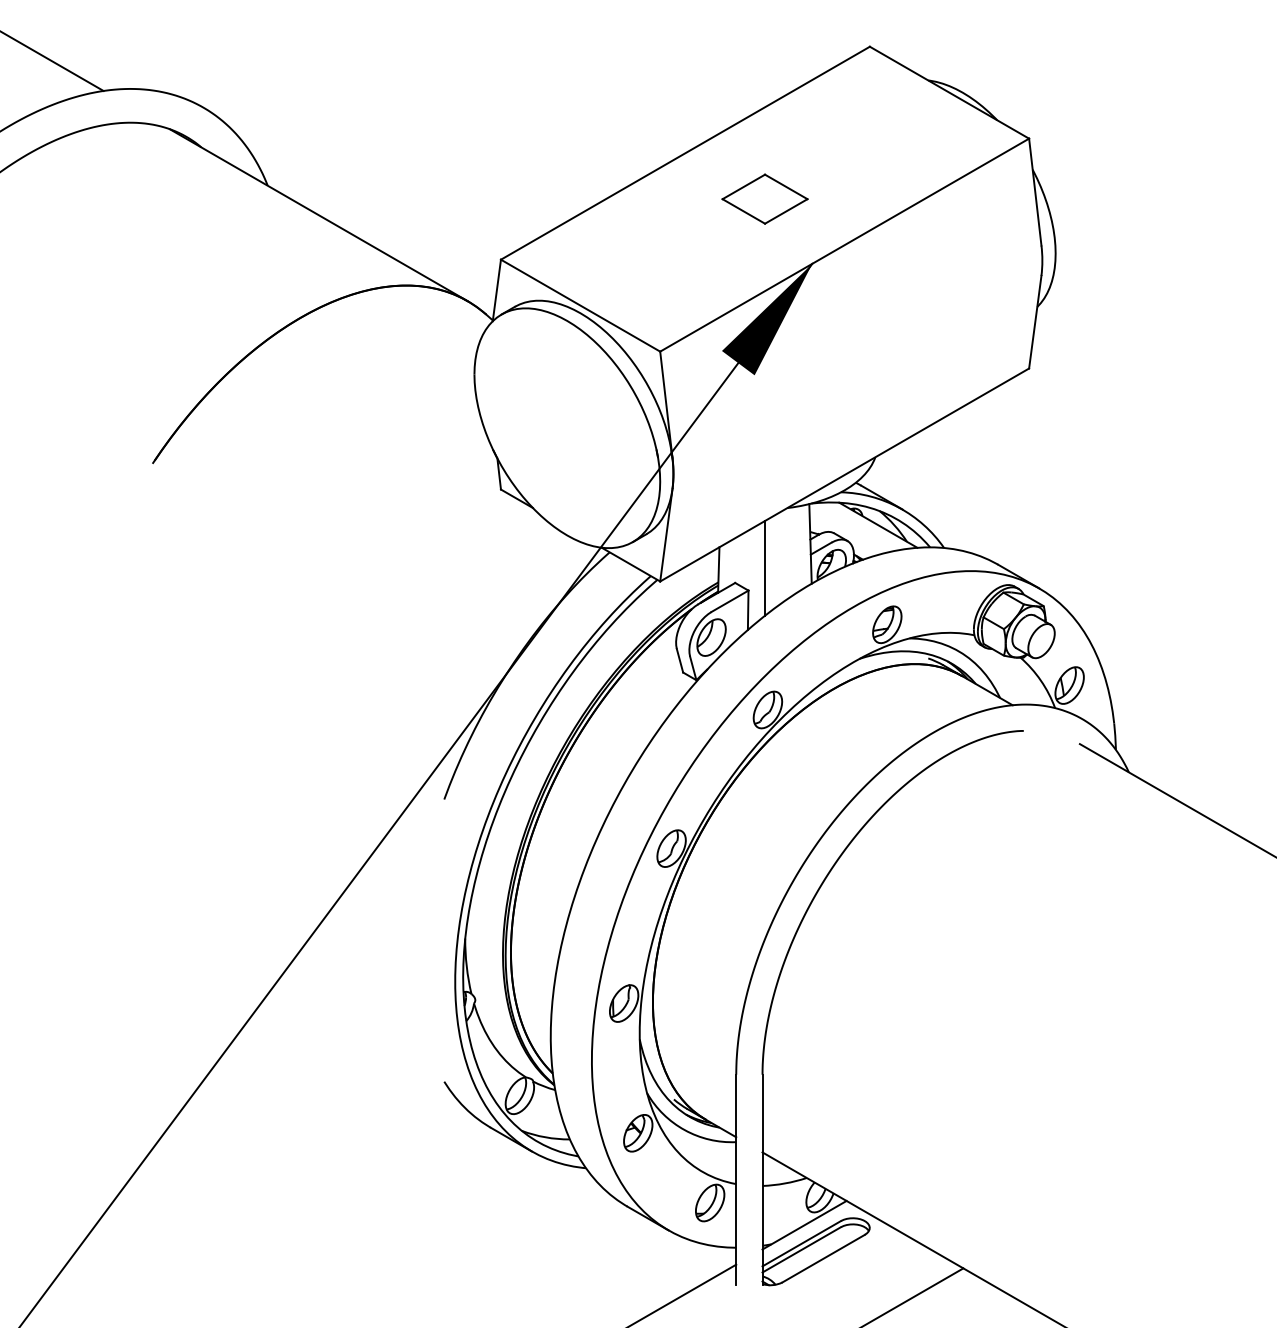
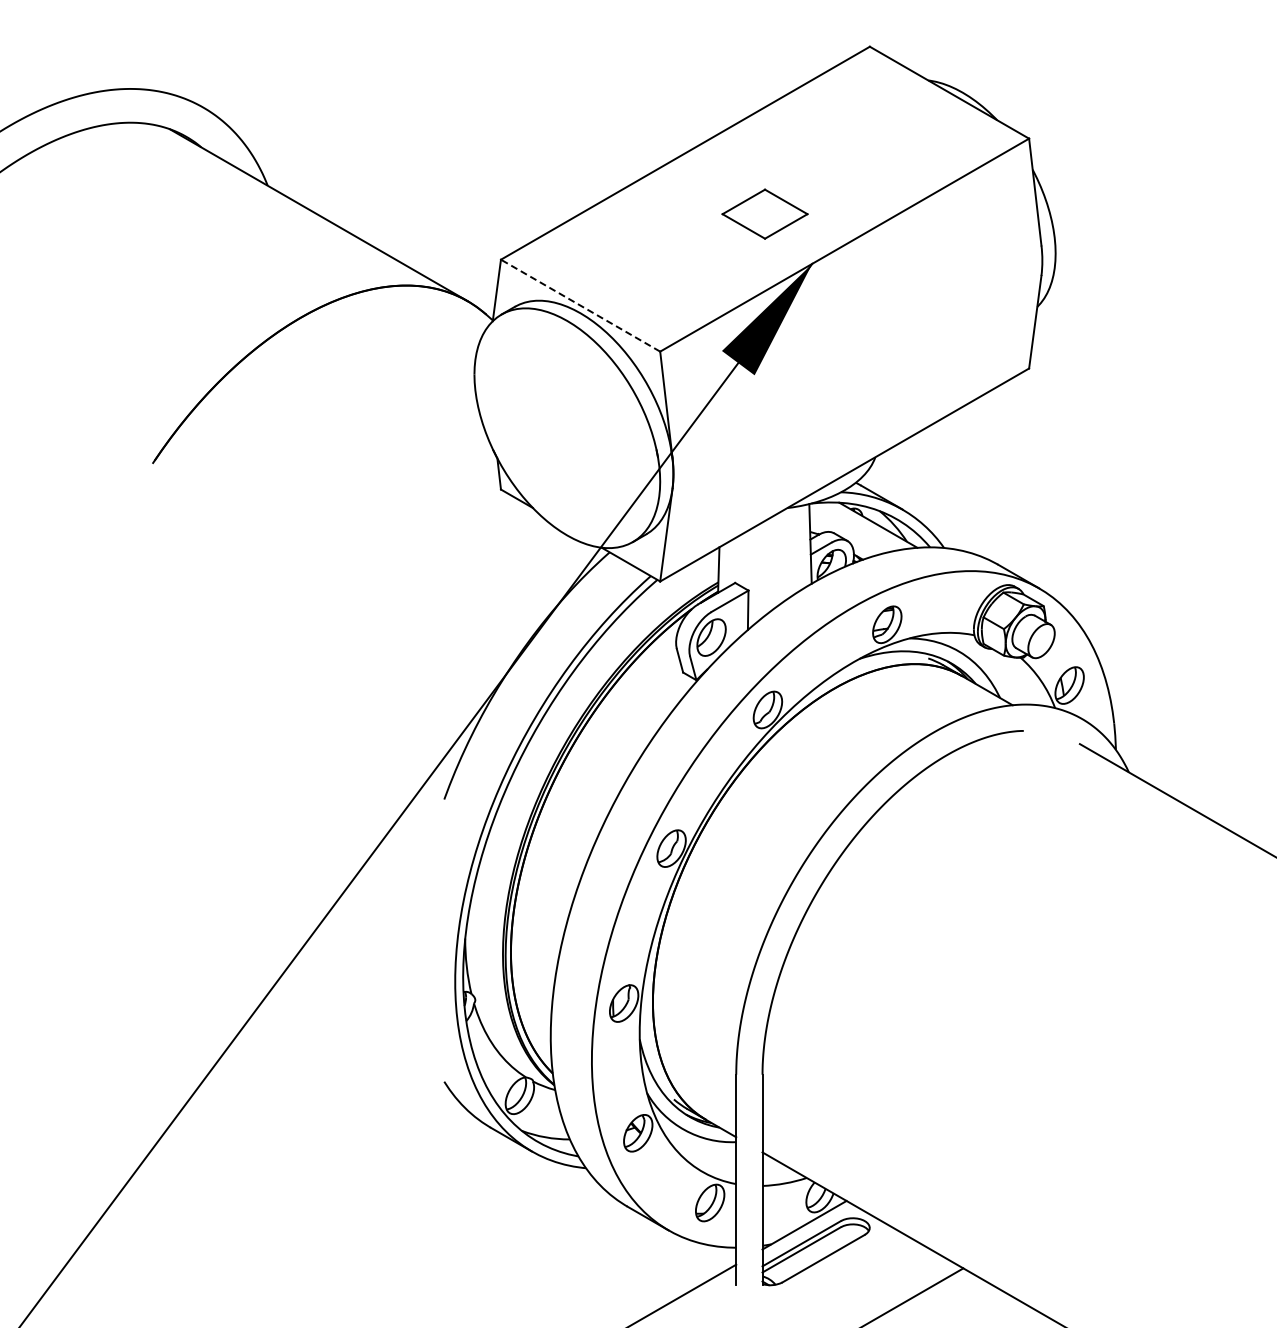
line at (52, 61): present -> none
part at (764, 198) position: (764, 198) -> (764, 213)
line at (580, 305): solid -> dashed
line at (765, 567): present -> none
